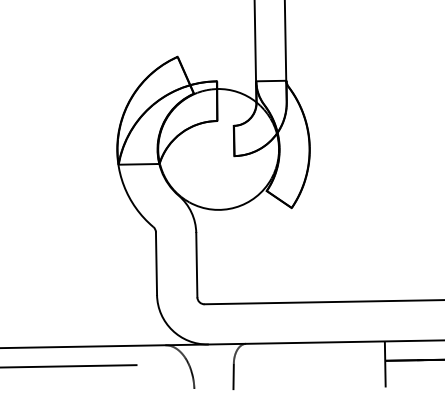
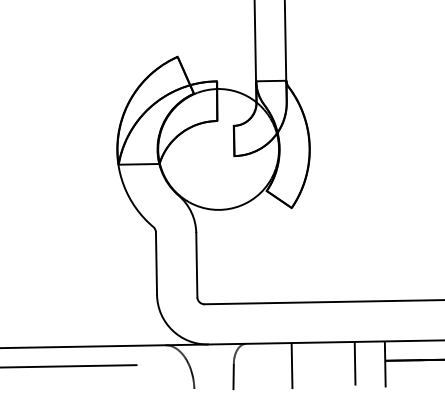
line at (354, 363): none -> present
line at (291, 366): none -> present
